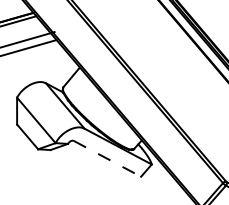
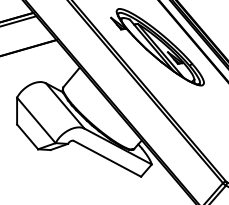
line at (28, 39) position: (28, 39) -> (29, 47)
part at (157, 47): none -> present
line at (107, 159): dashed -> solid
